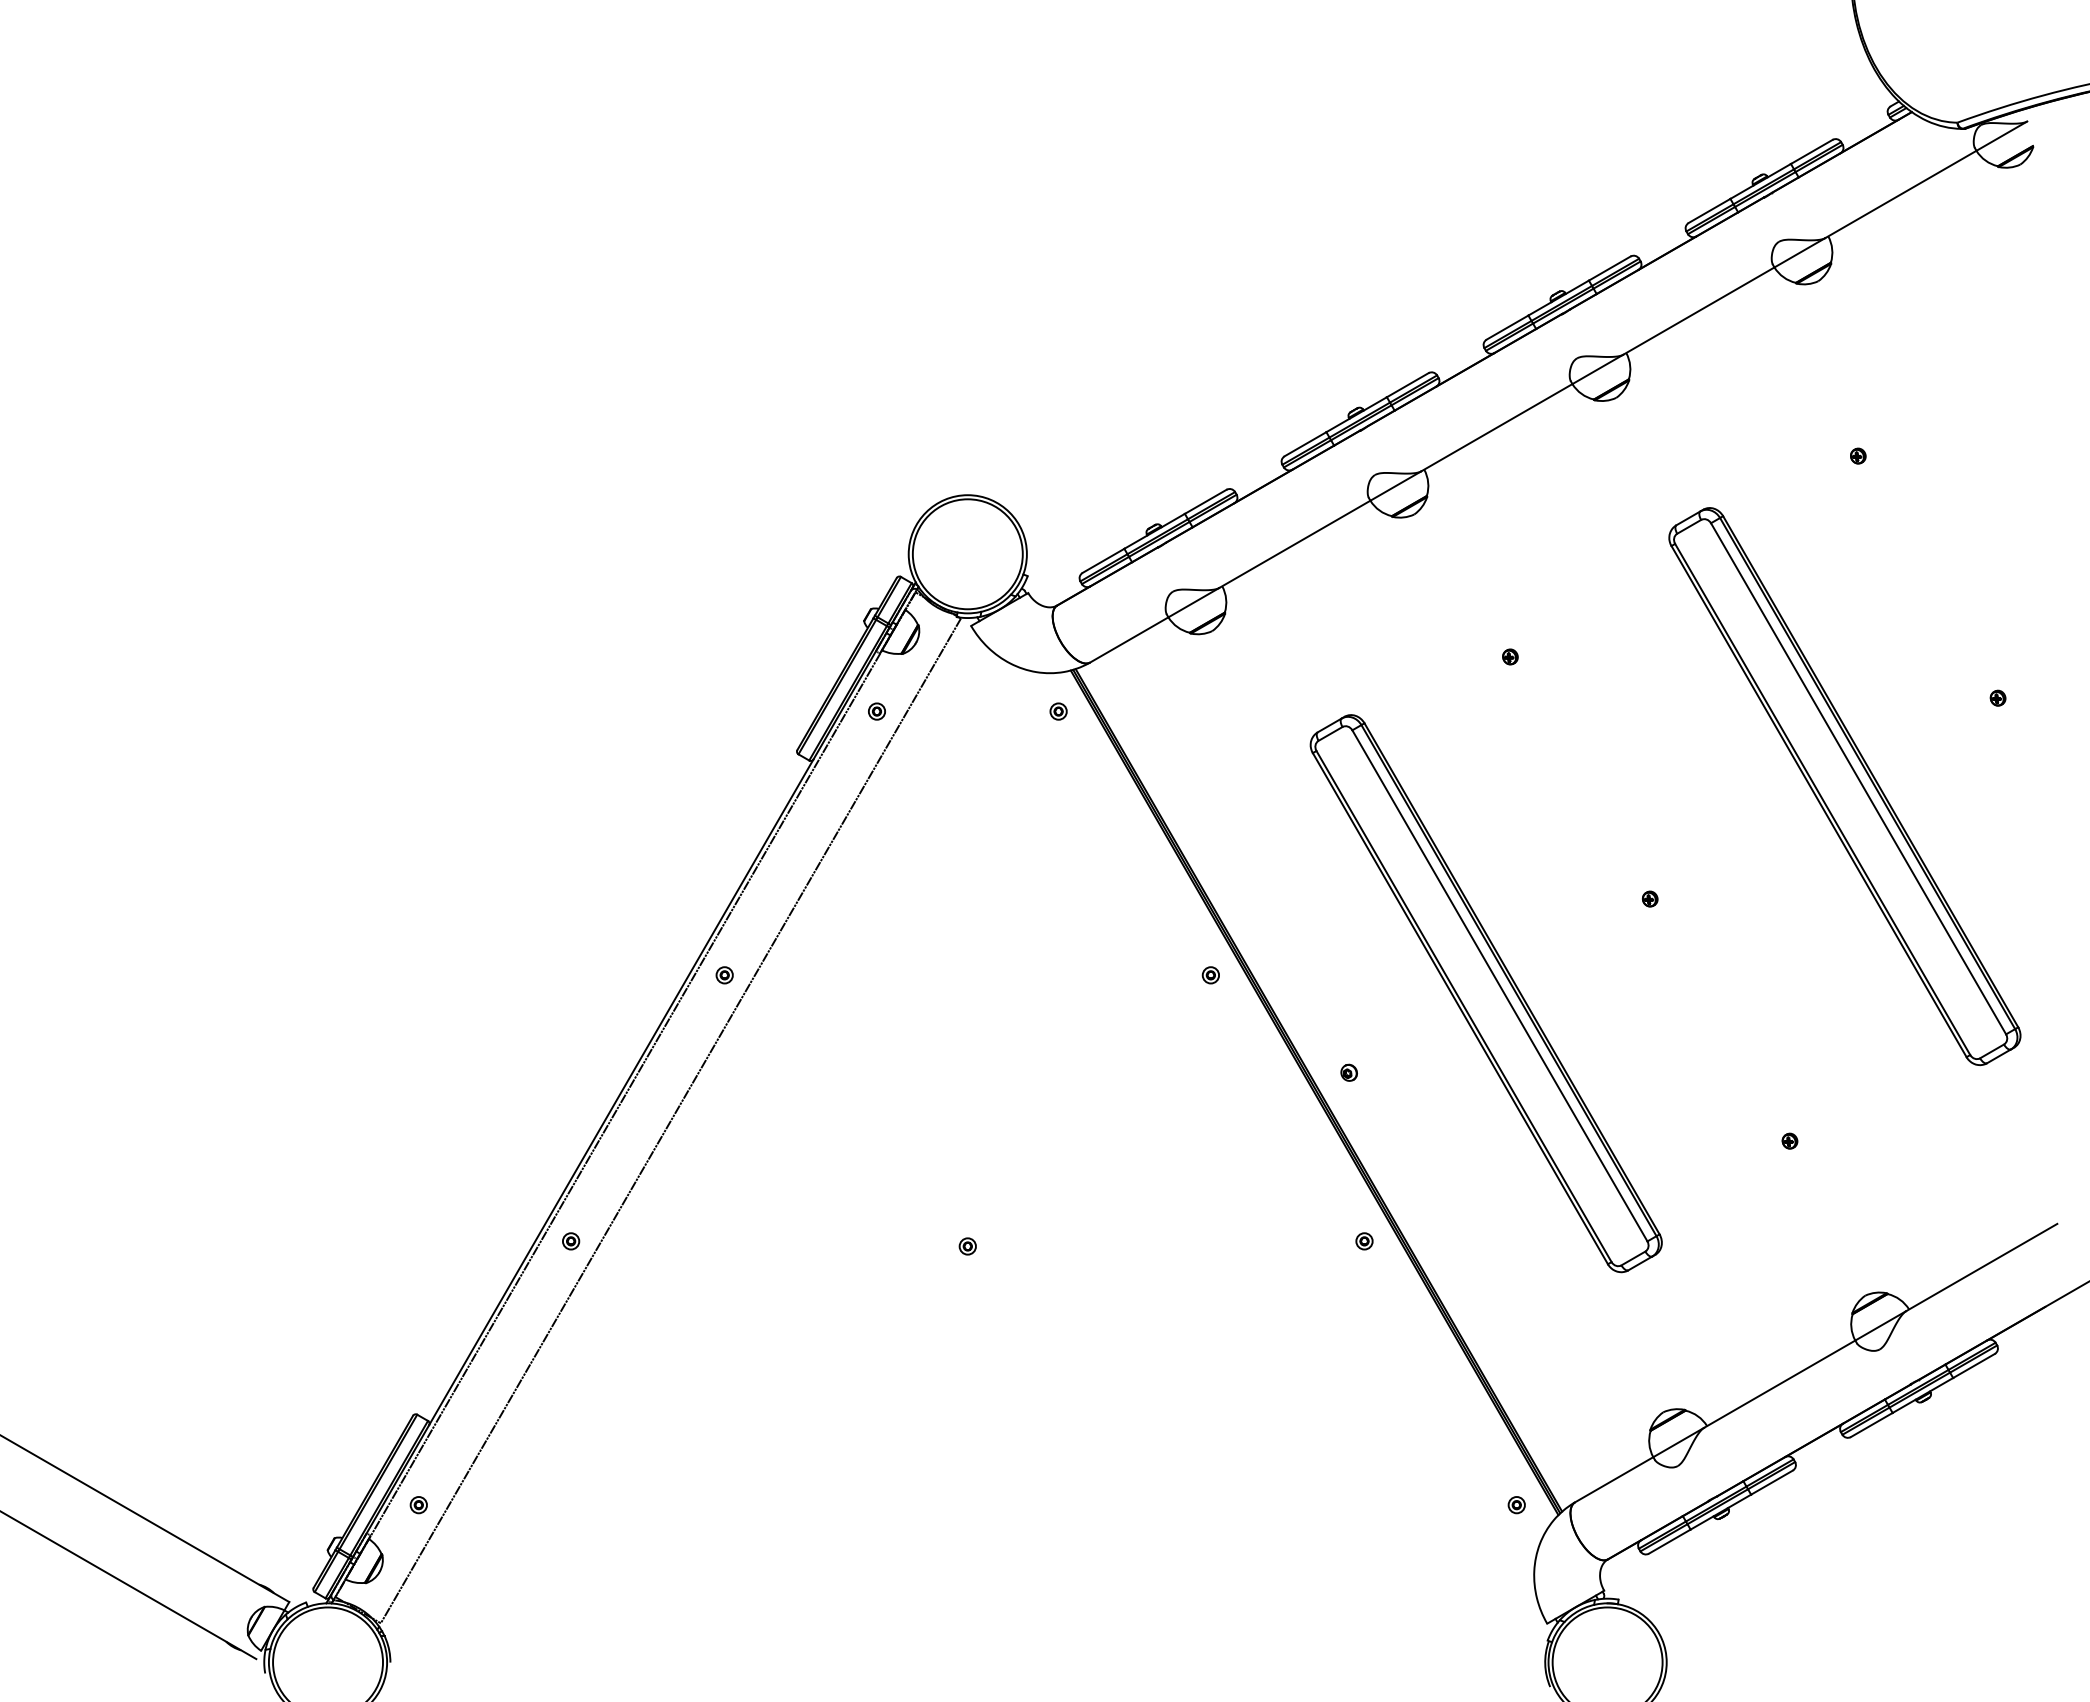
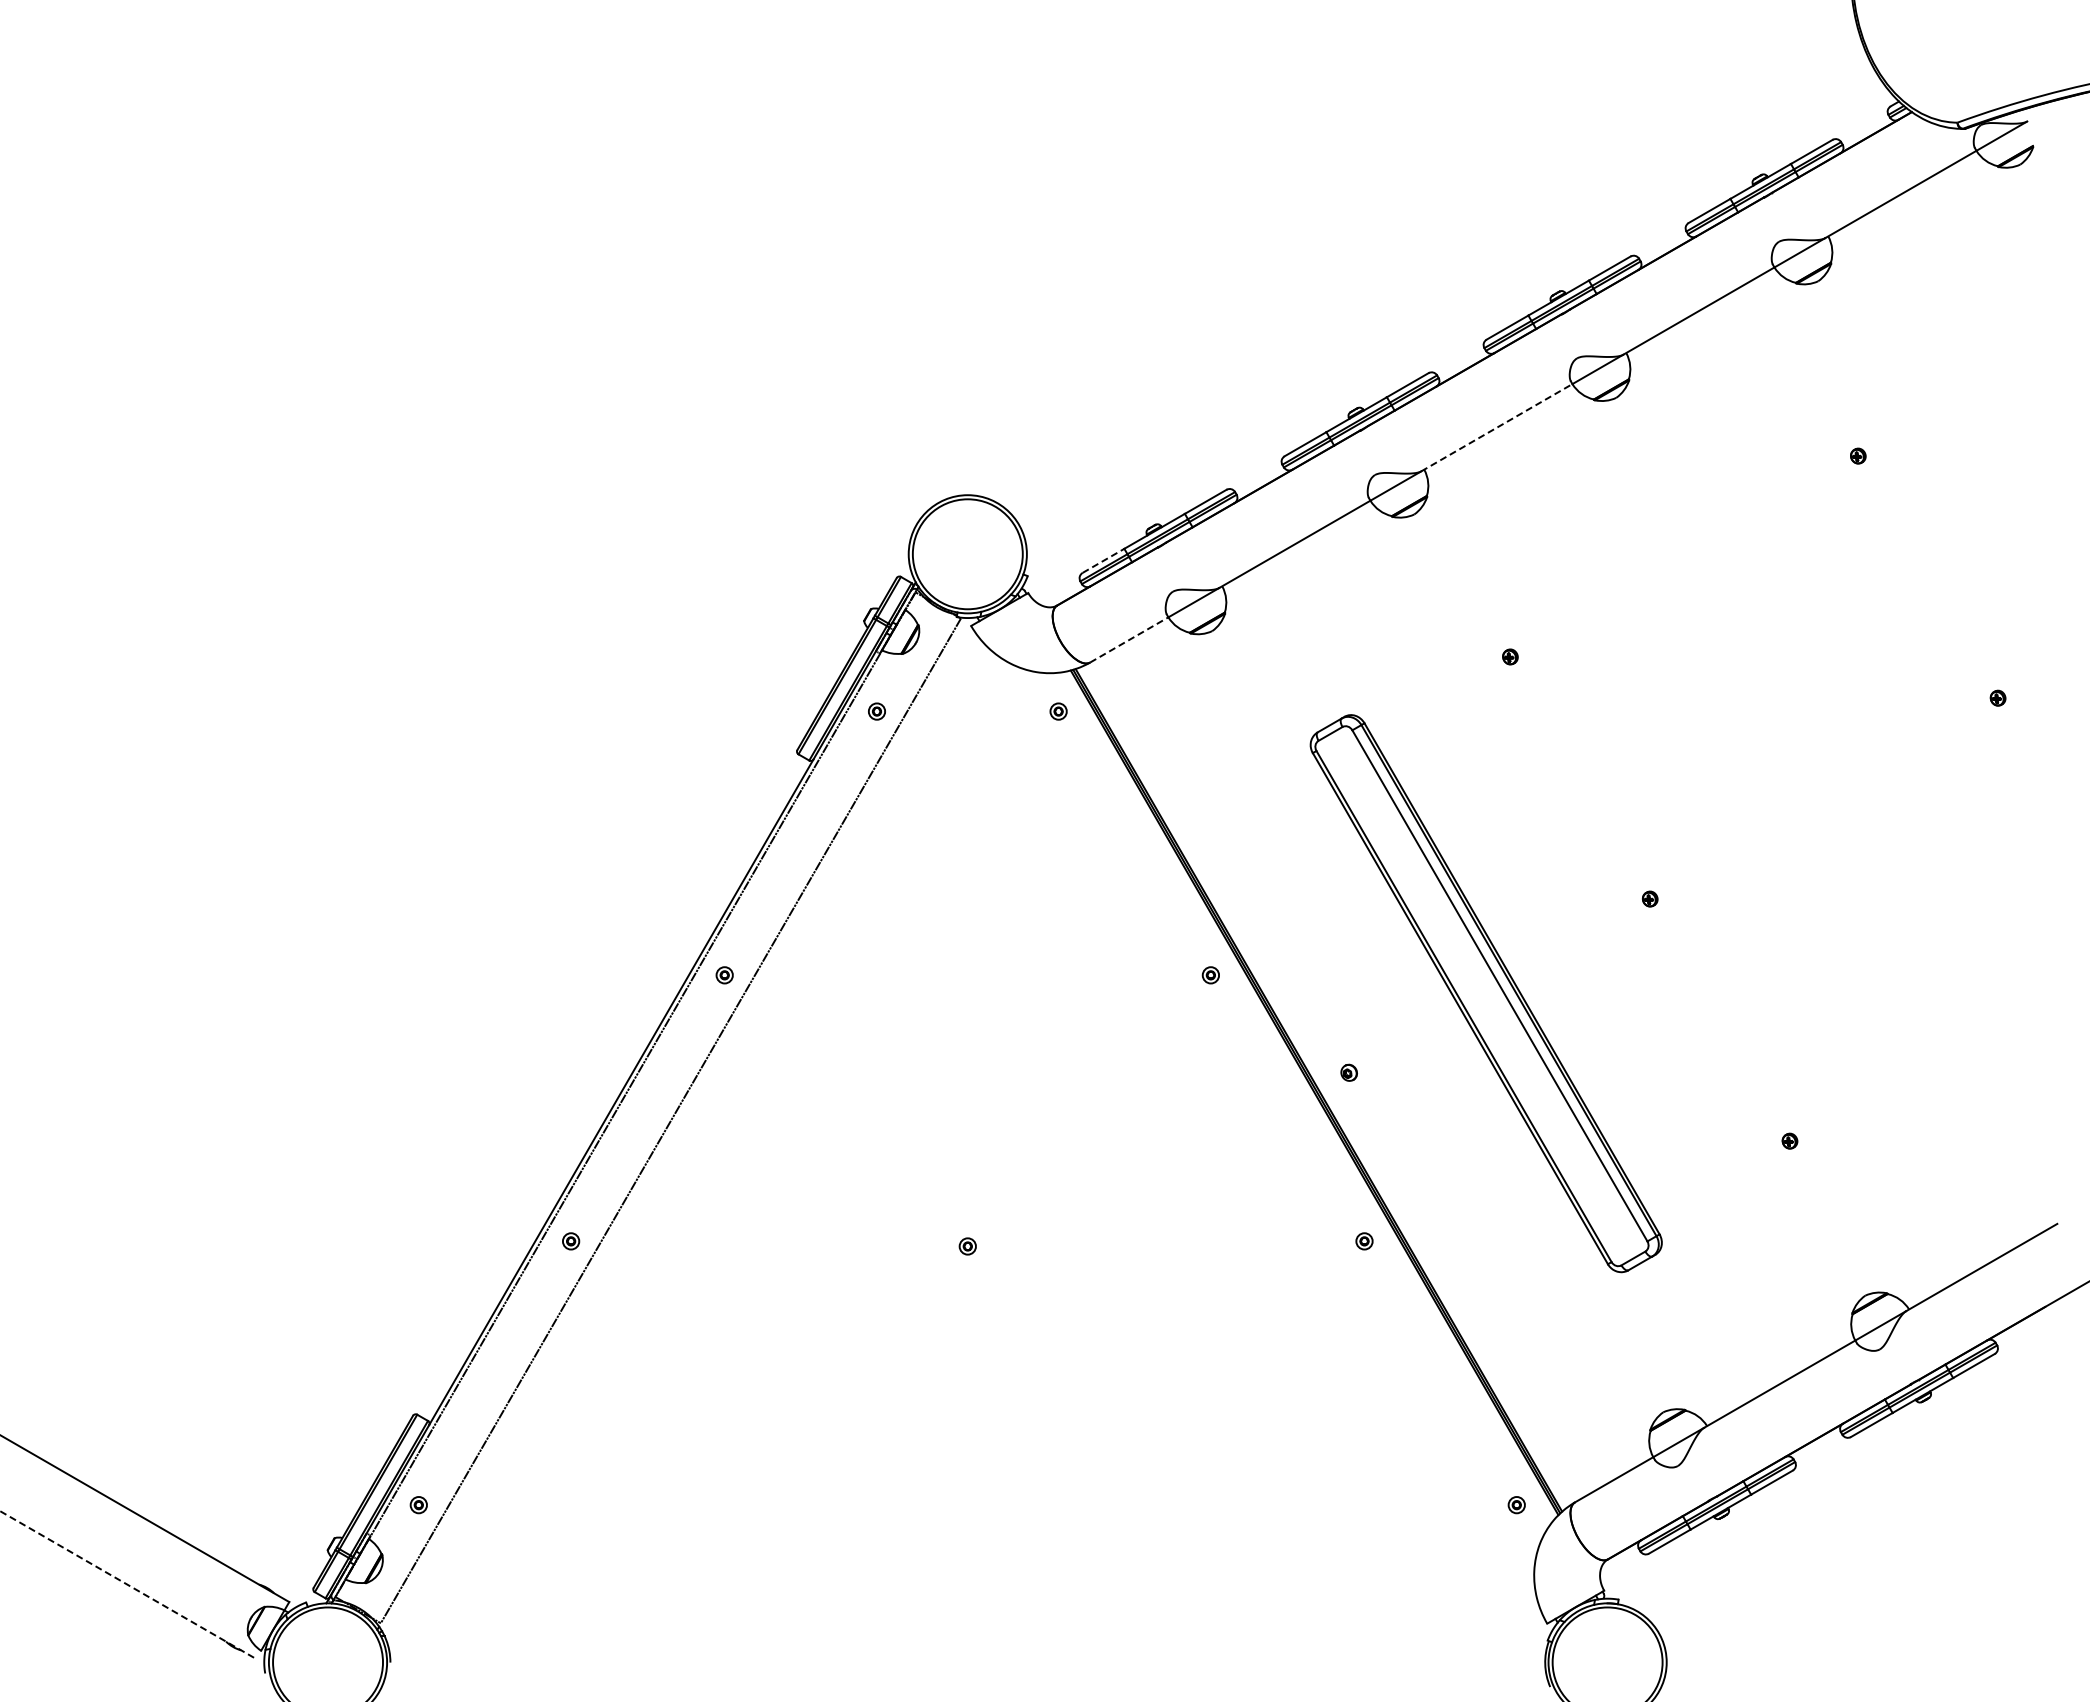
line at (1497, 427): solid -> dashed
line at (1103, 560): solid -> dashed
line at (1129, 639): solid -> dashed
part at (1844, 786): present -> none
line at (128, 1585): solid -> dashed
